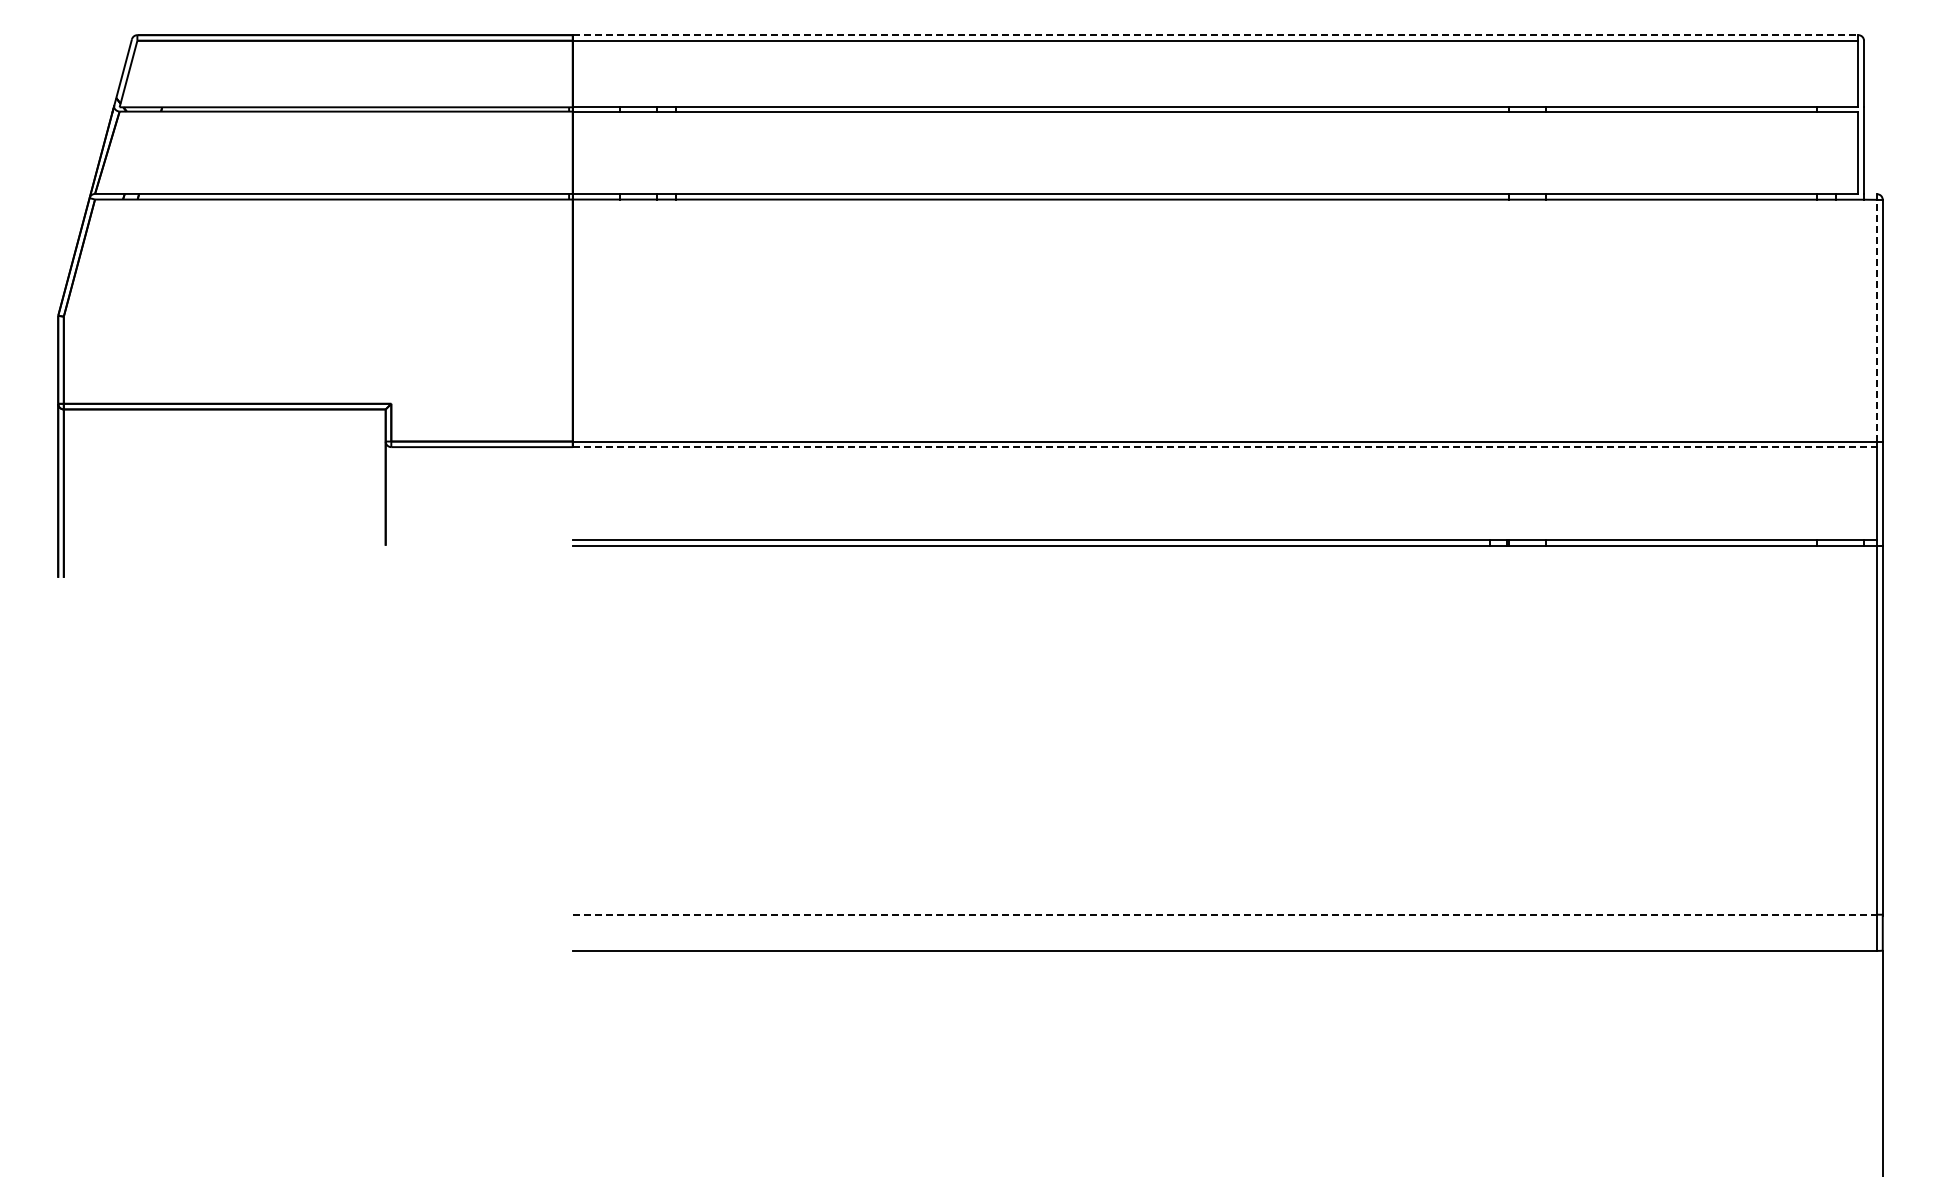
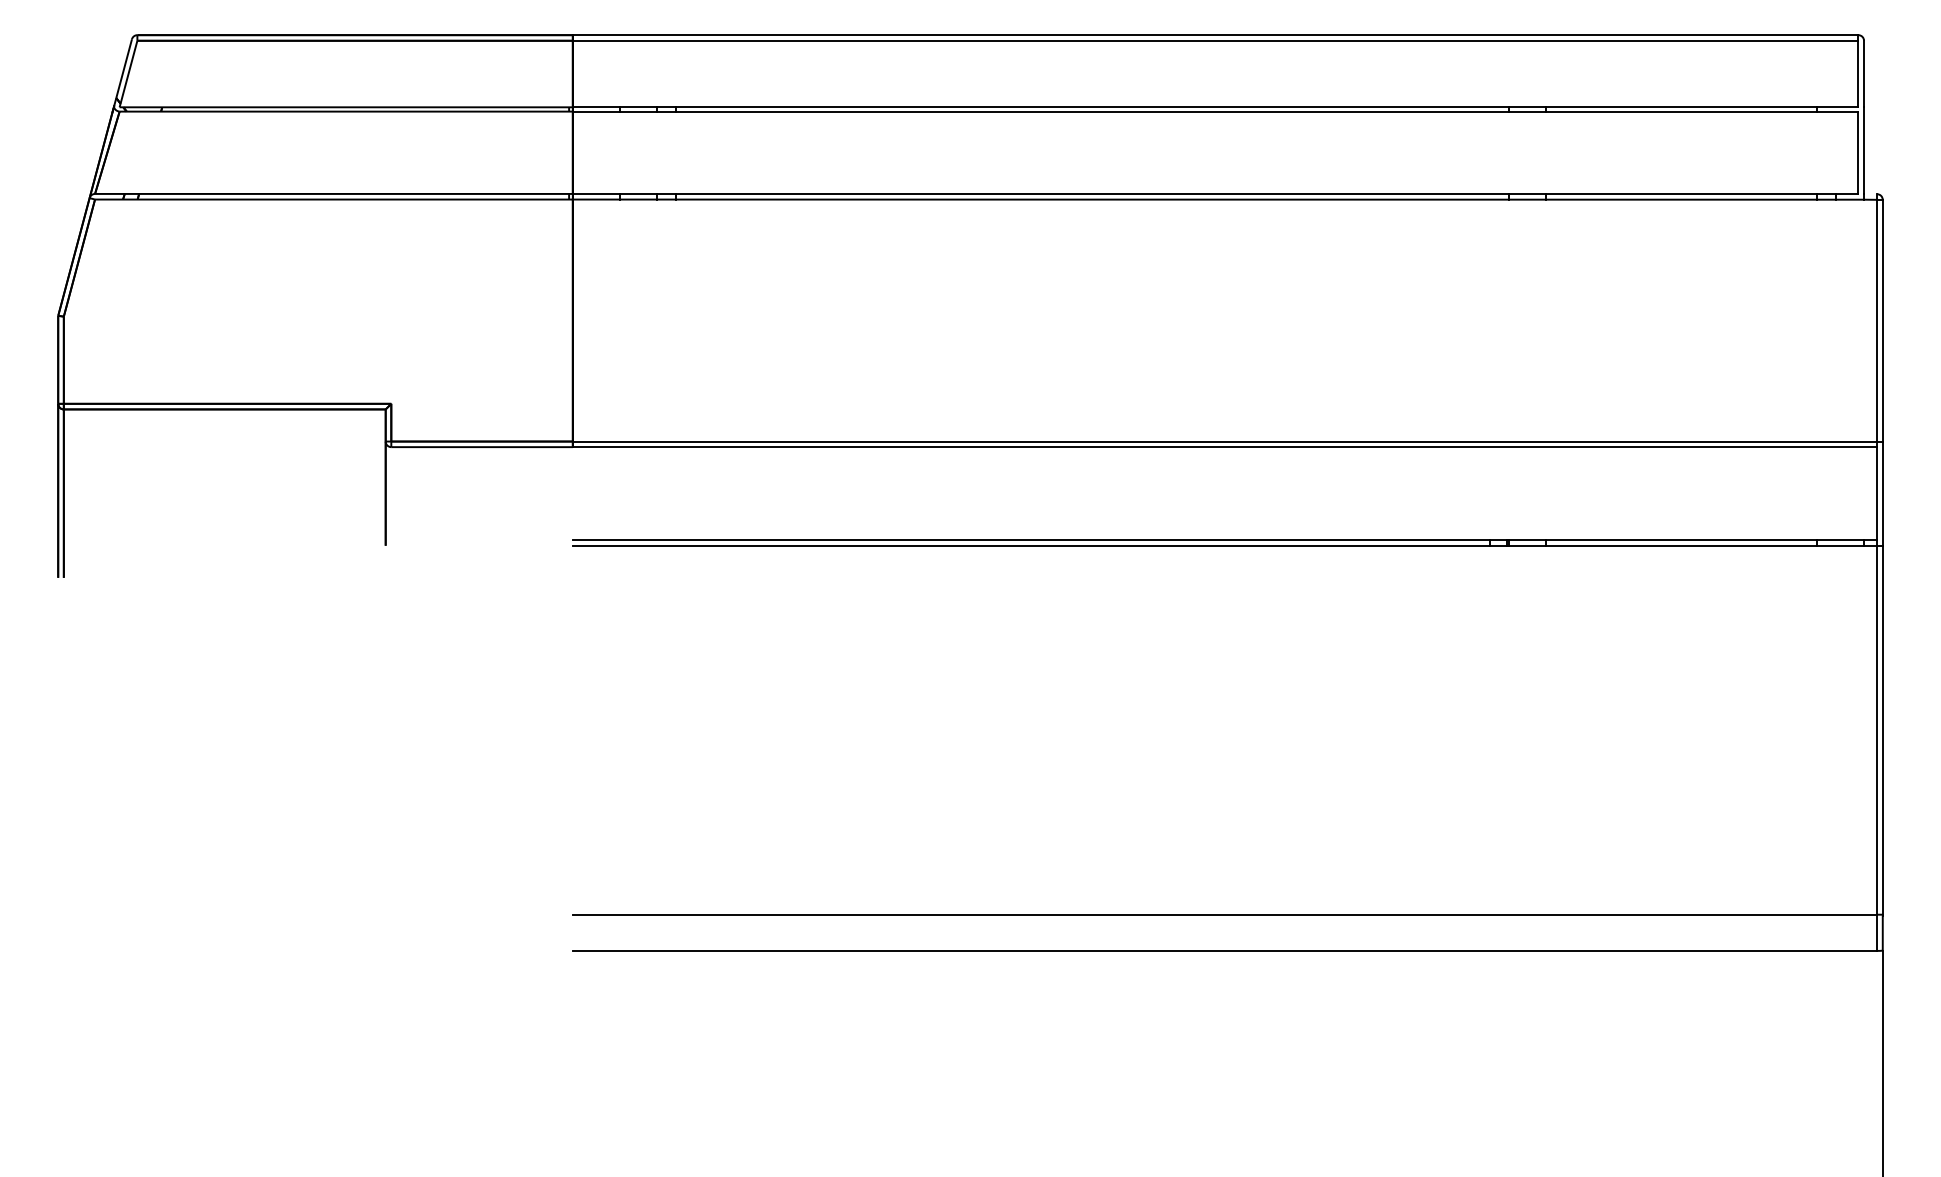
line at (1215, 35): dashed -> solid
line at (1877, 320): dashed -> solid
line at (1225, 447): dashed -> solid
line at (1225, 914): dashed -> solid
